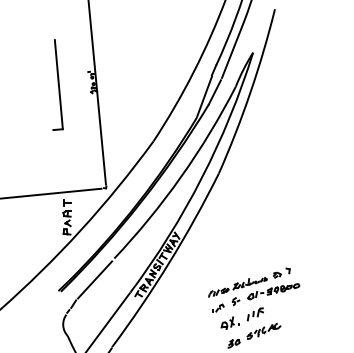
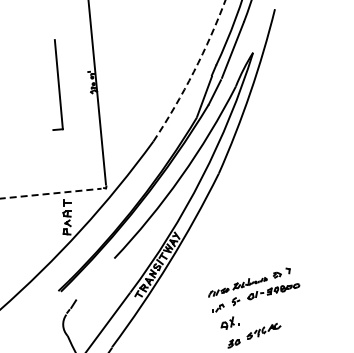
arc at (193, 71): solid -> dashed
line at (51, 193): solid -> dashed
line at (95, 279): present -> none
part at (255, 314): present -> none
